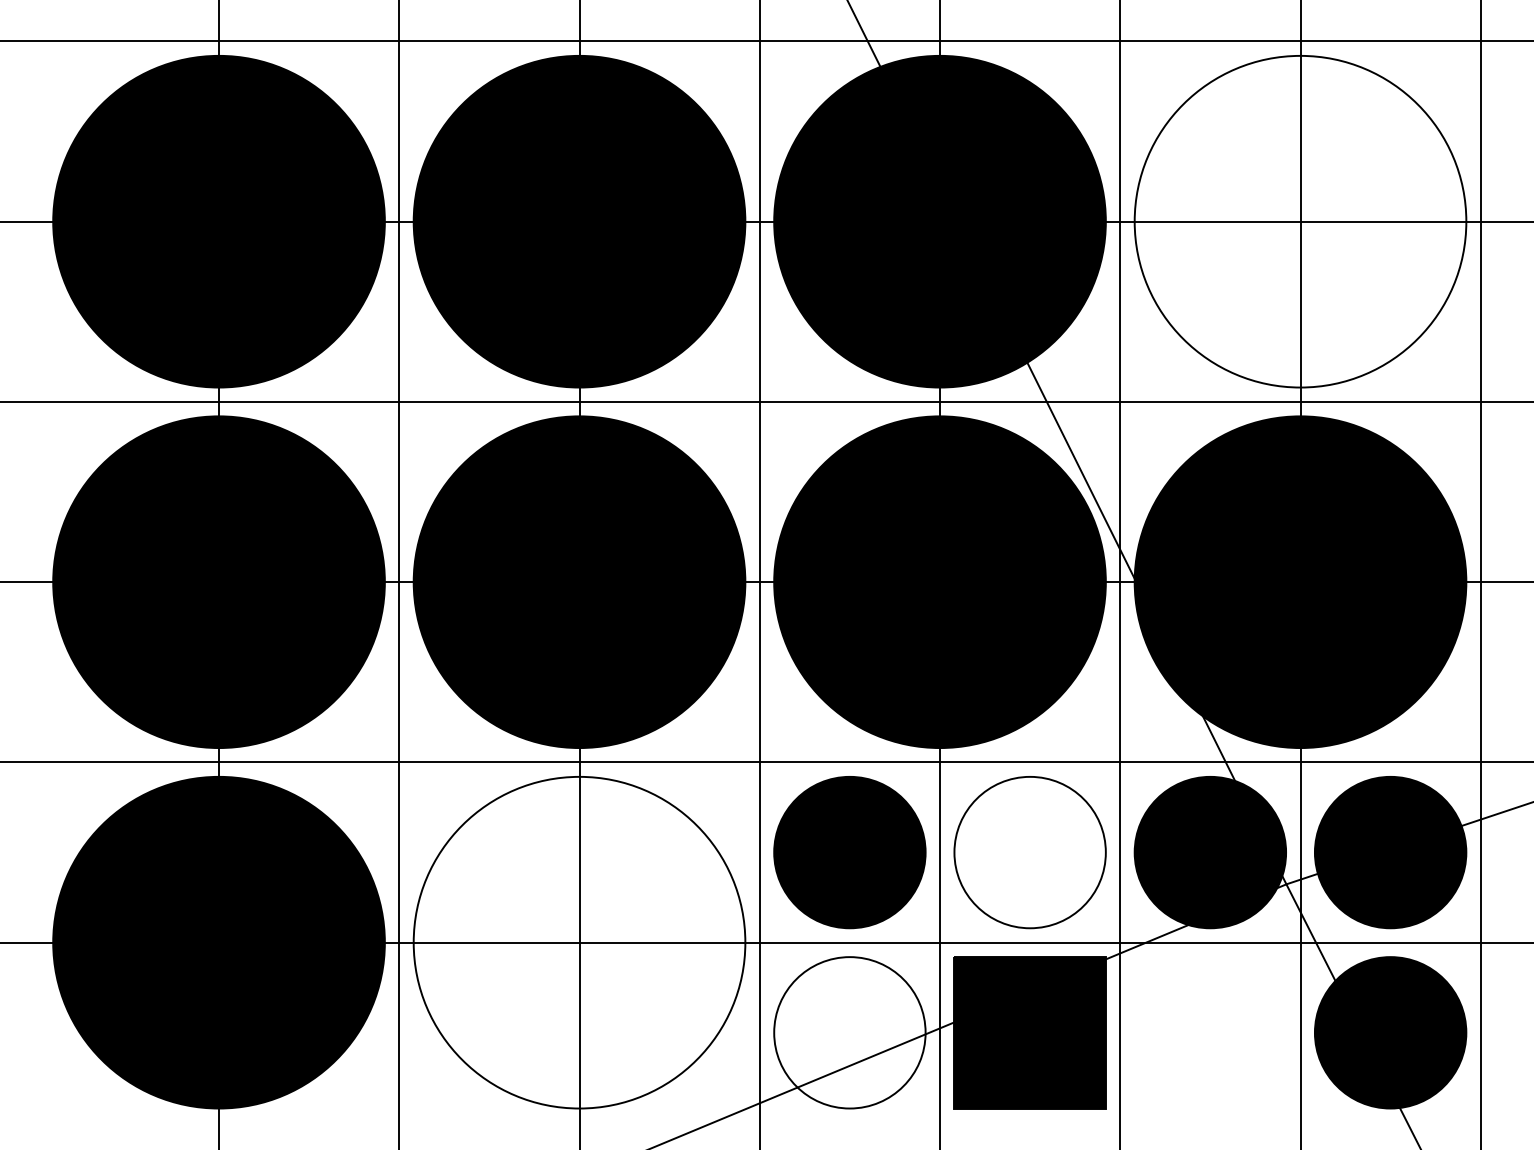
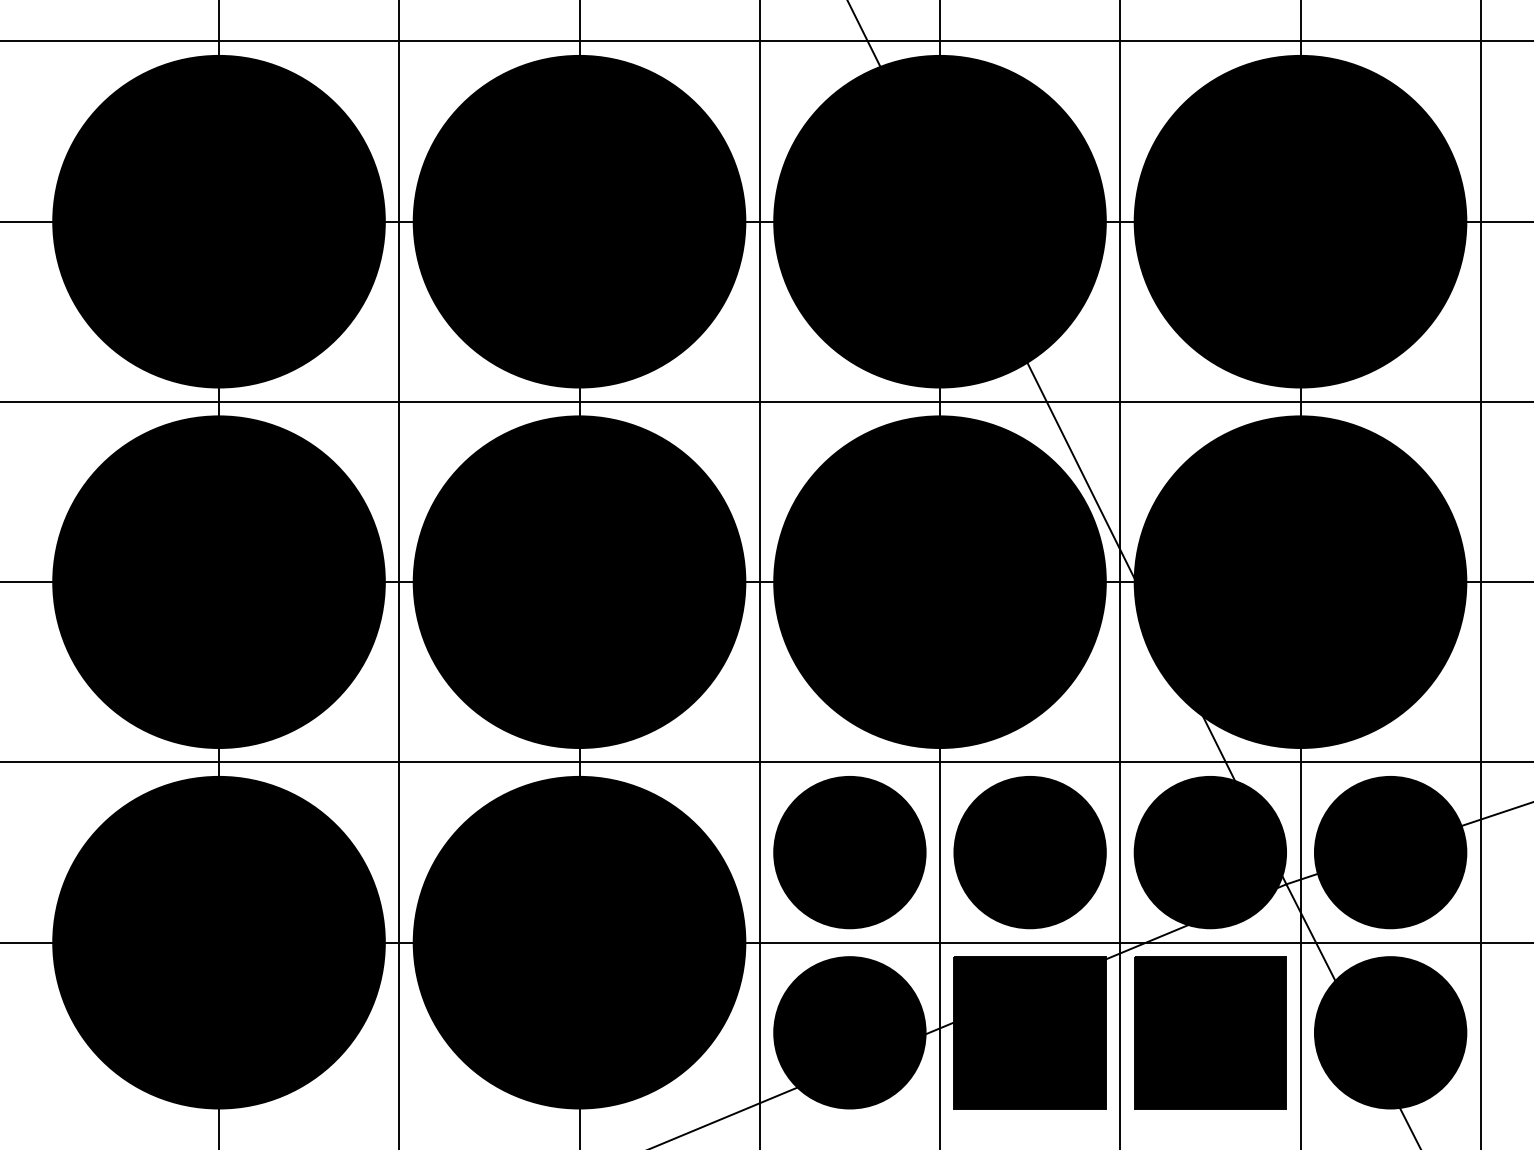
fill at (1300, 221): none -> present
fill at (1029, 852): none -> present
fill at (579, 942): none -> present
fill at (849, 1032): none -> present
part at (1210, 1032): none -> present
